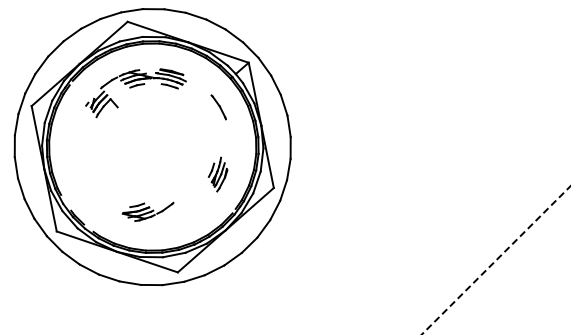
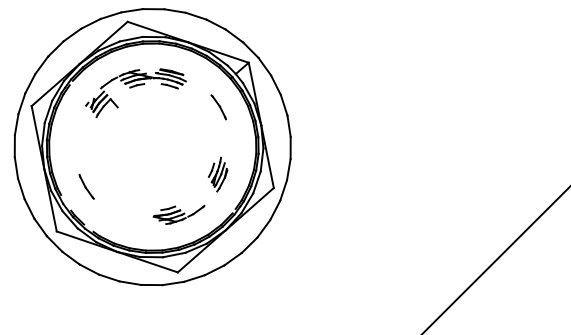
part at (86, 186): none -> present
part at (147, 211) position: (147, 211) -> (178, 214)
line at (495, 260): dashed -> solid
